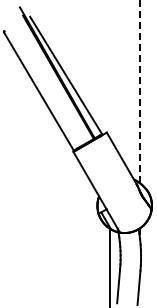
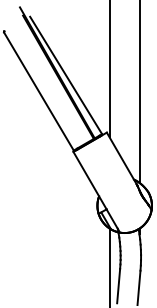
line at (109, 69): none -> present
line at (139, 91): dashed -> solid
